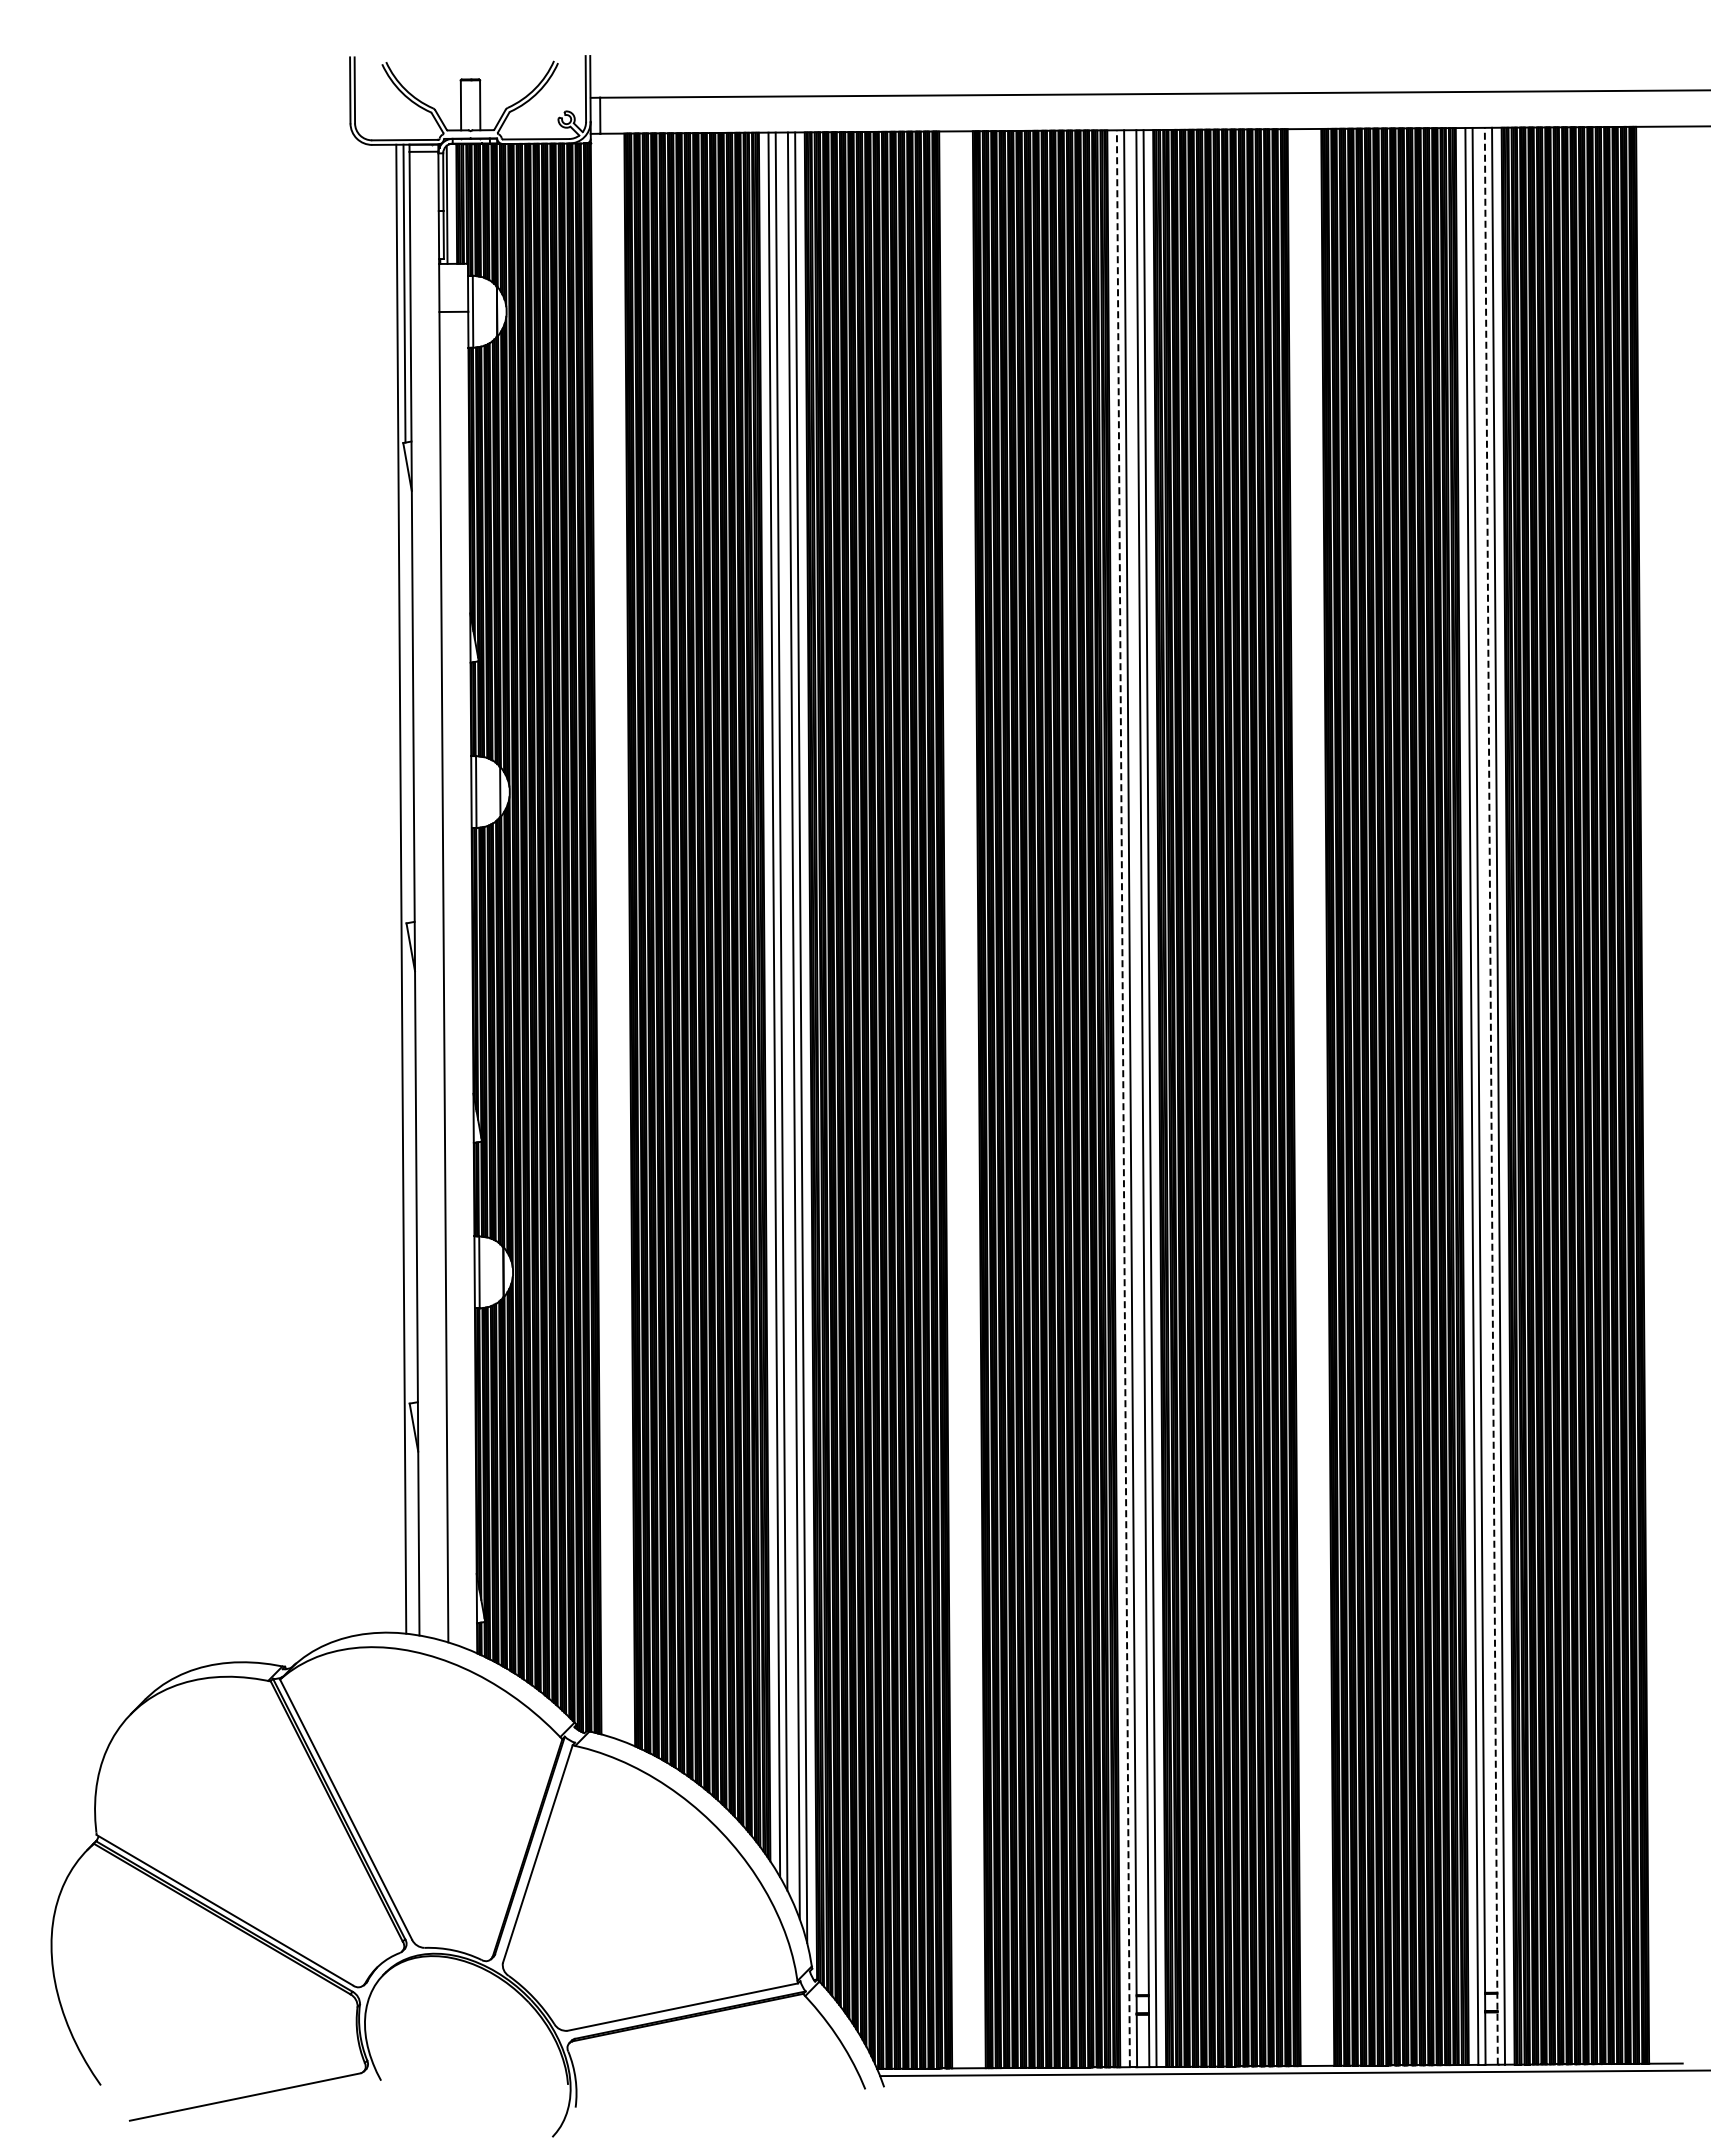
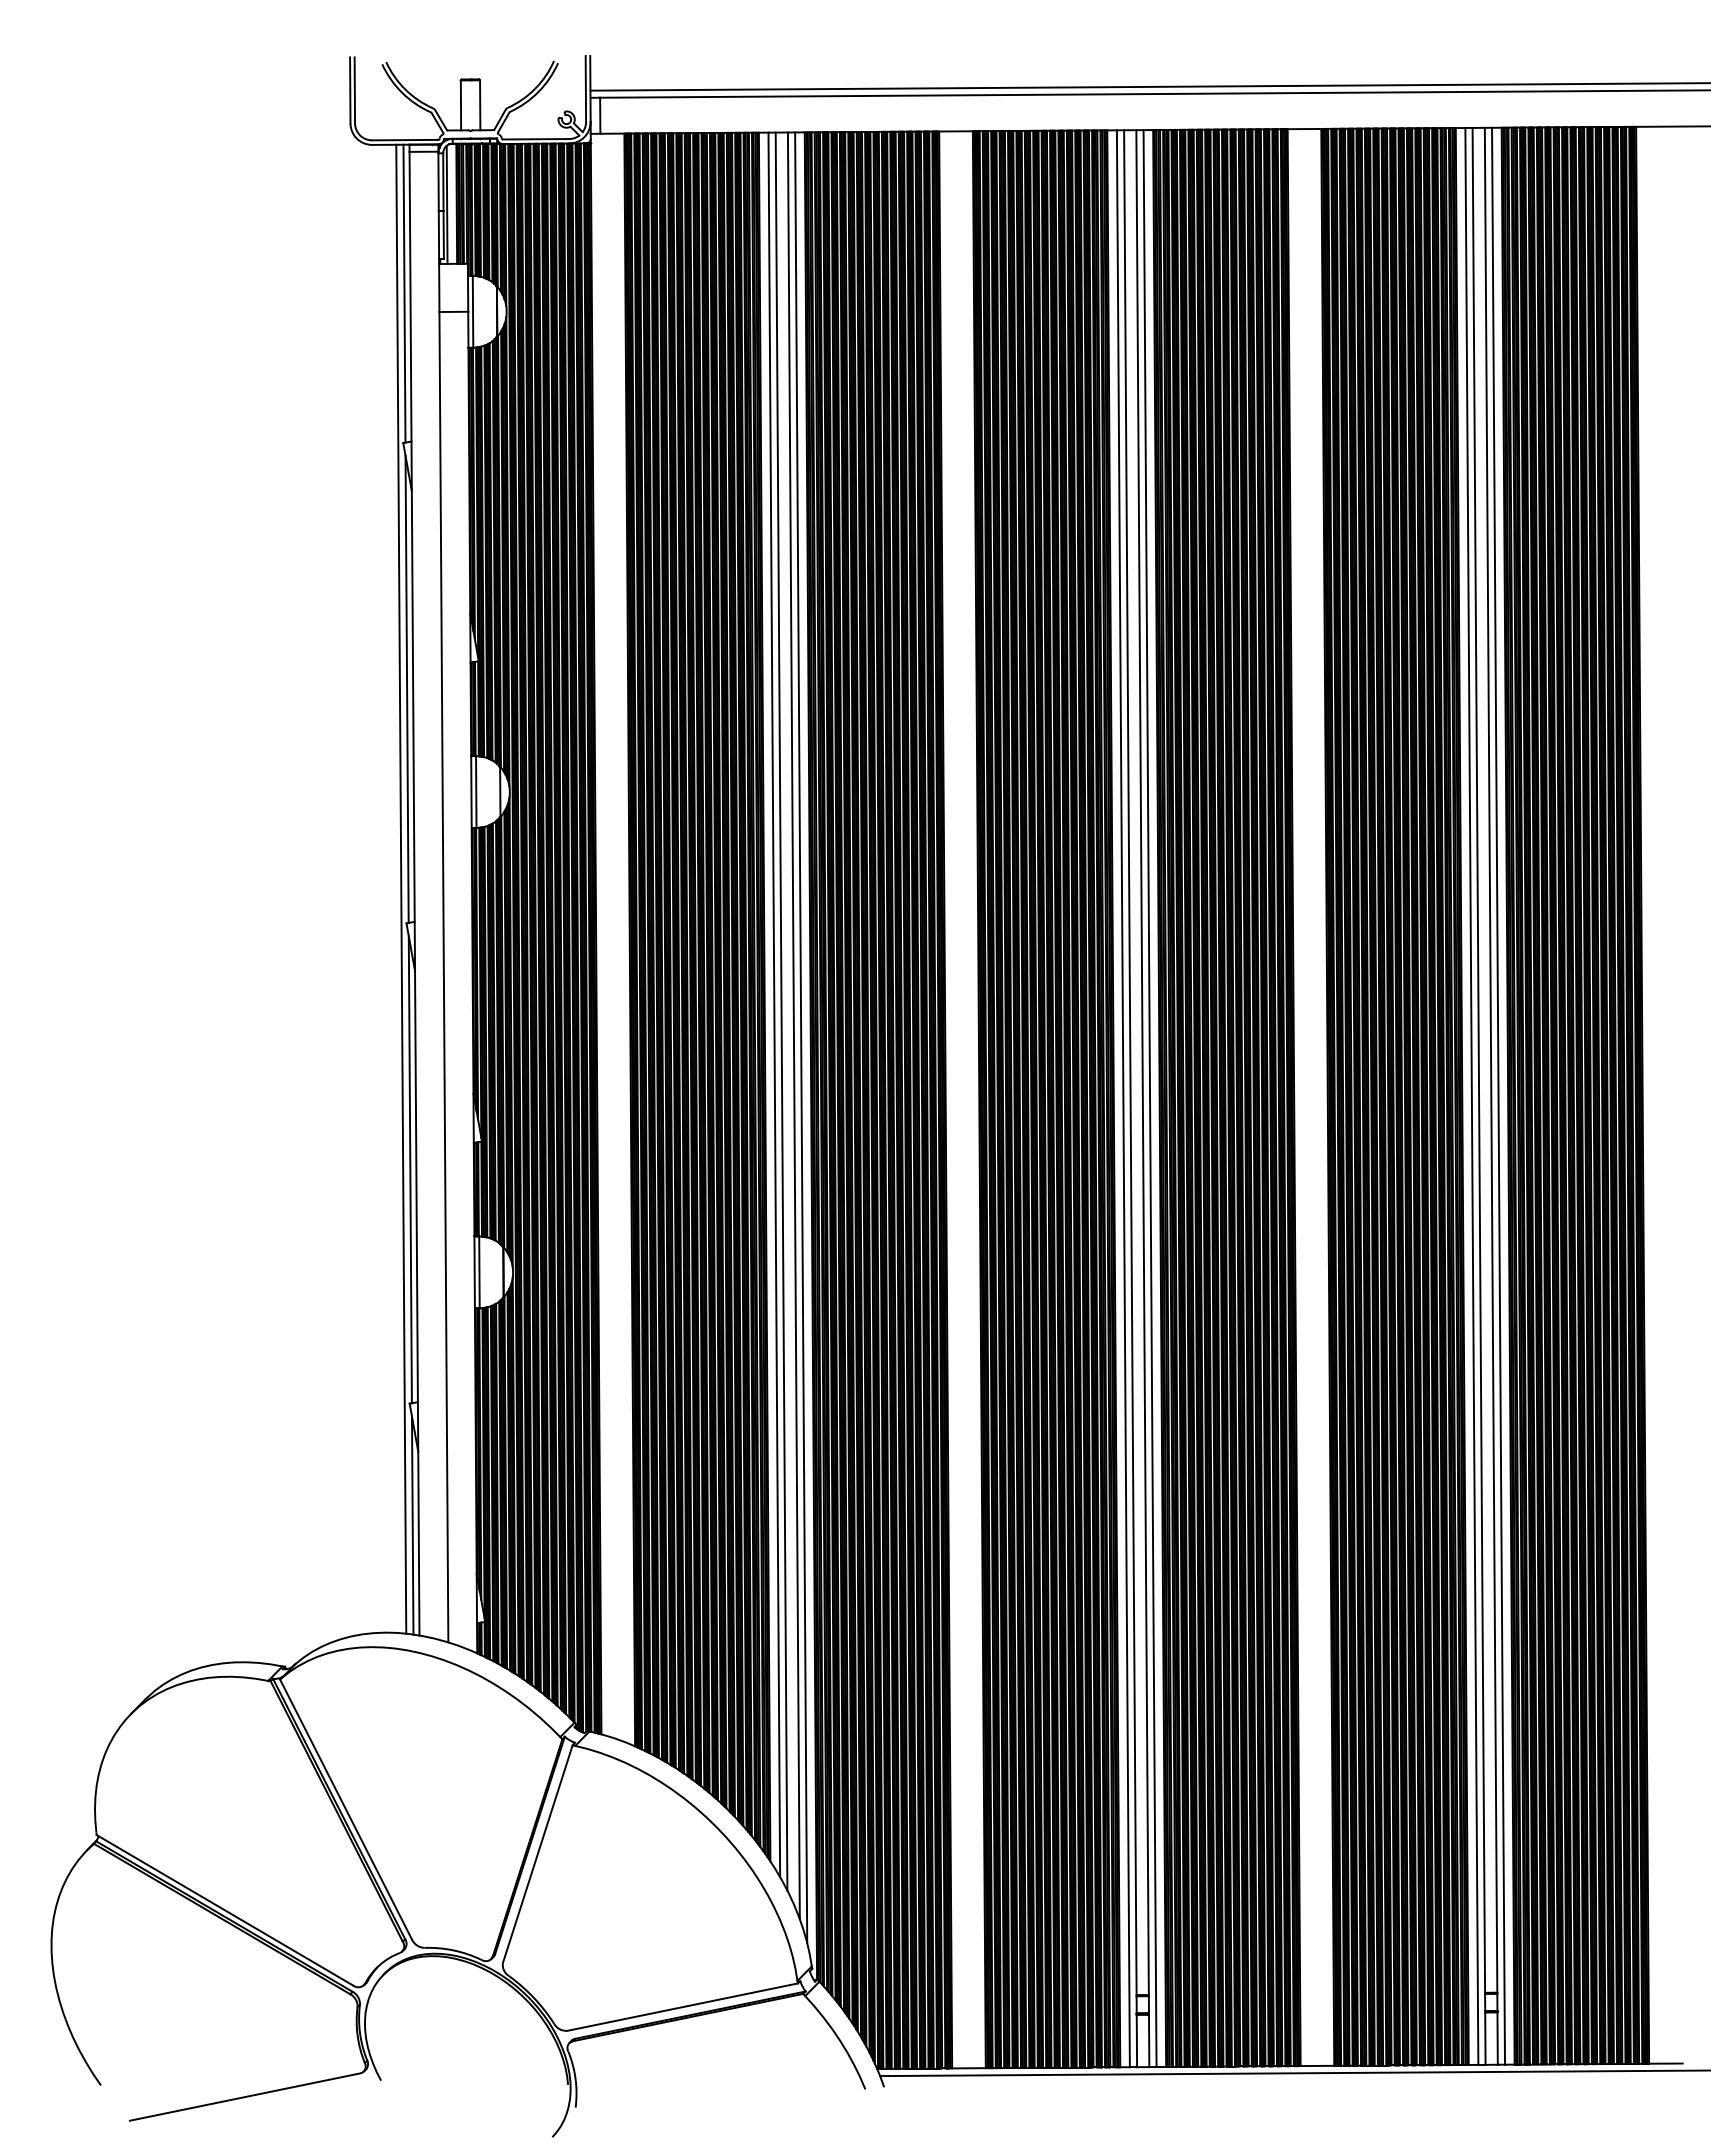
line at (1148, 86): none -> present
line at (406, 688): none -> present
line at (1491, 1095): dashed -> solid
line at (1123, 1098): dashed -> solid
line at (409, 1169): none -> present
line at (412, 1525): none -> present
